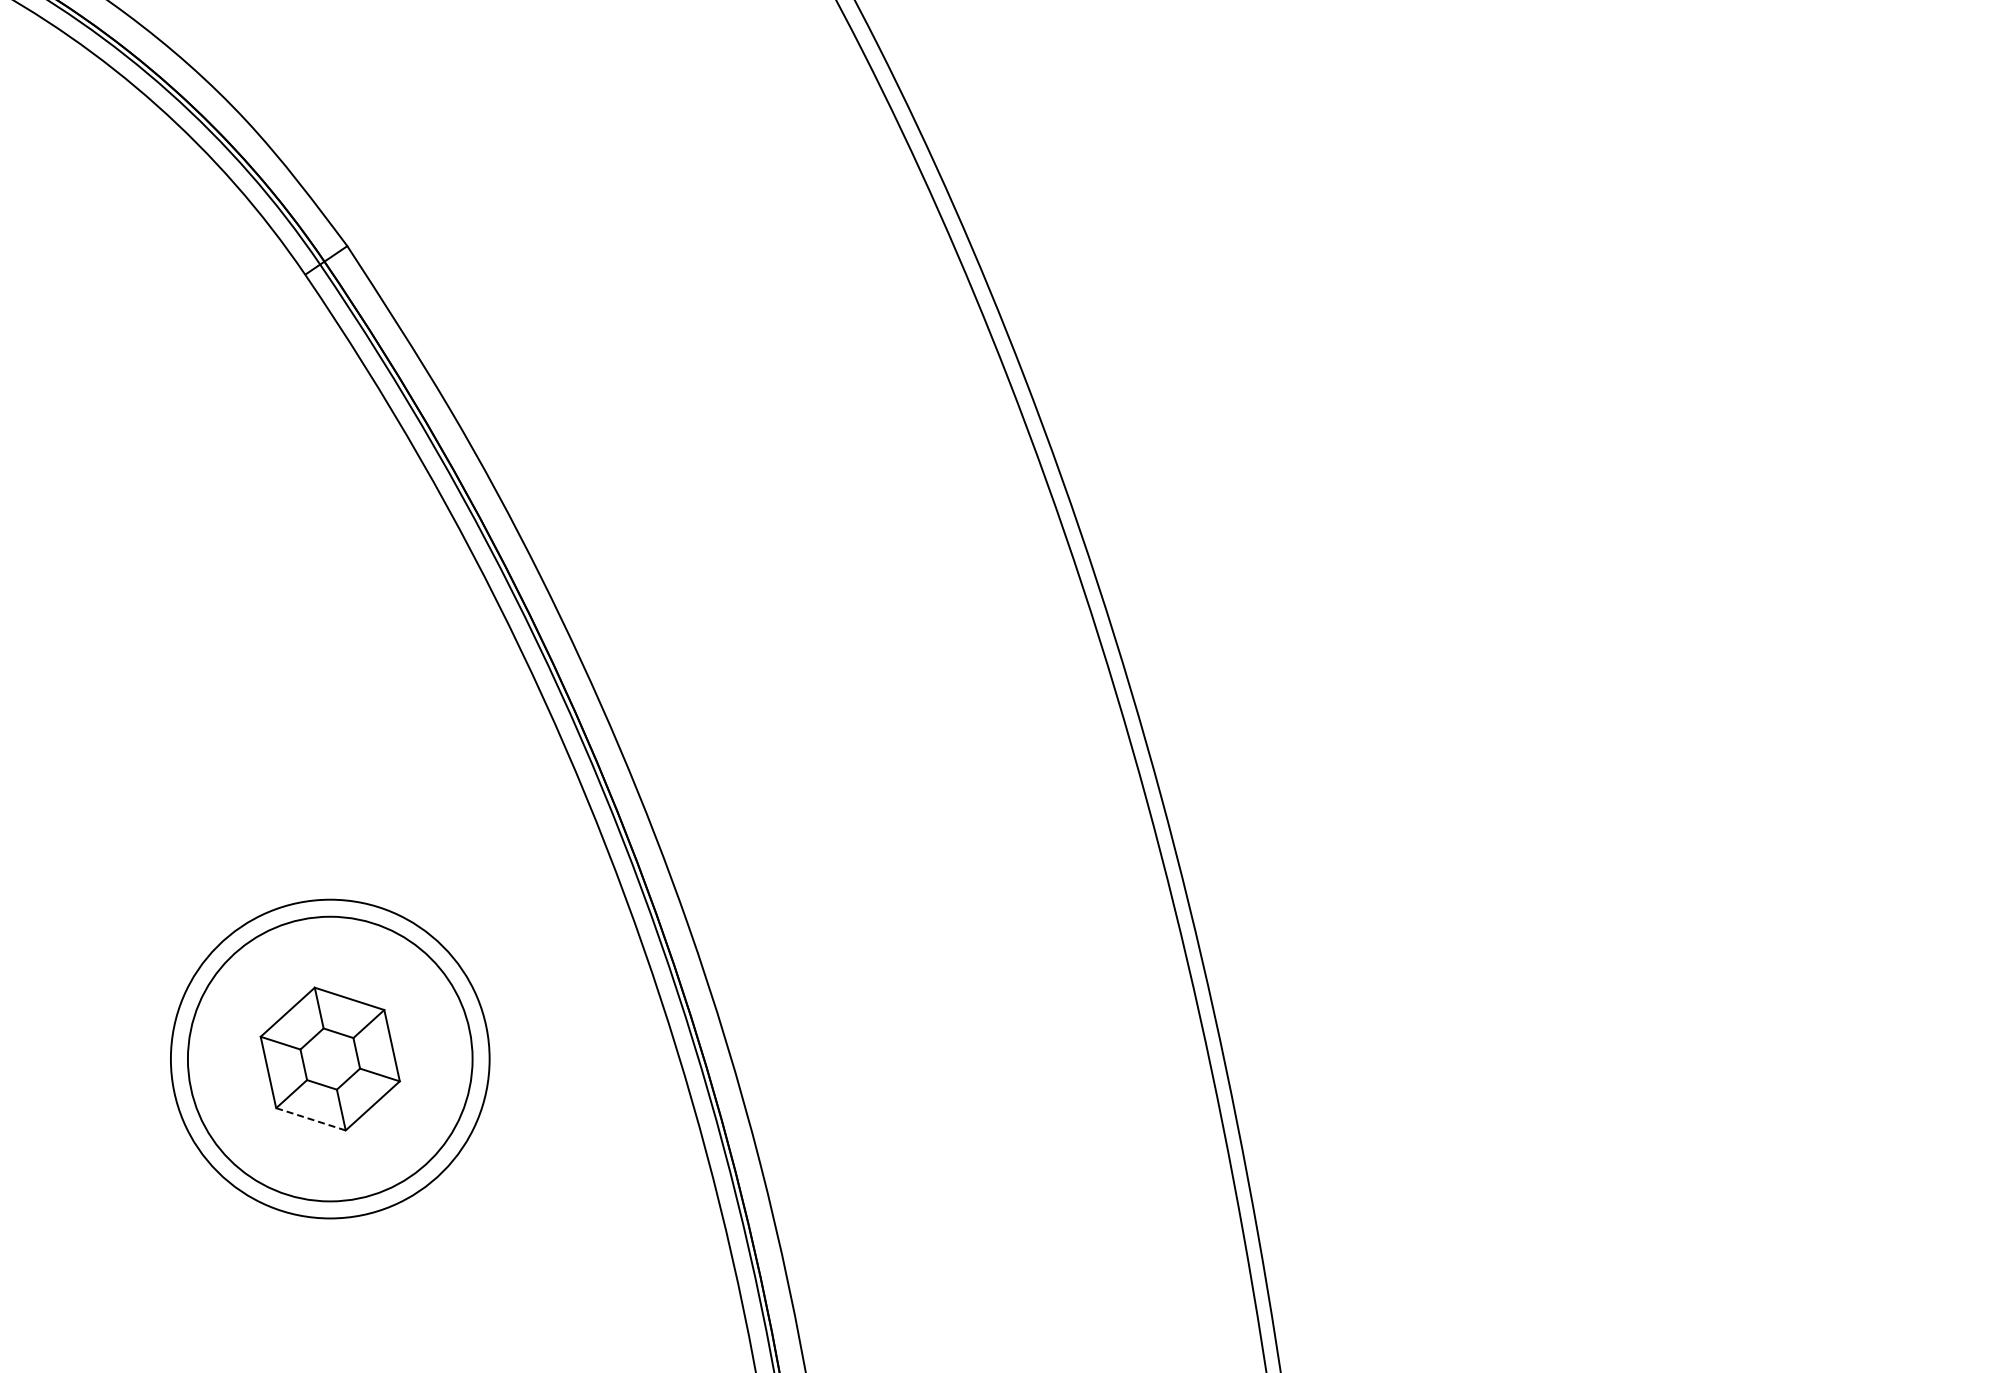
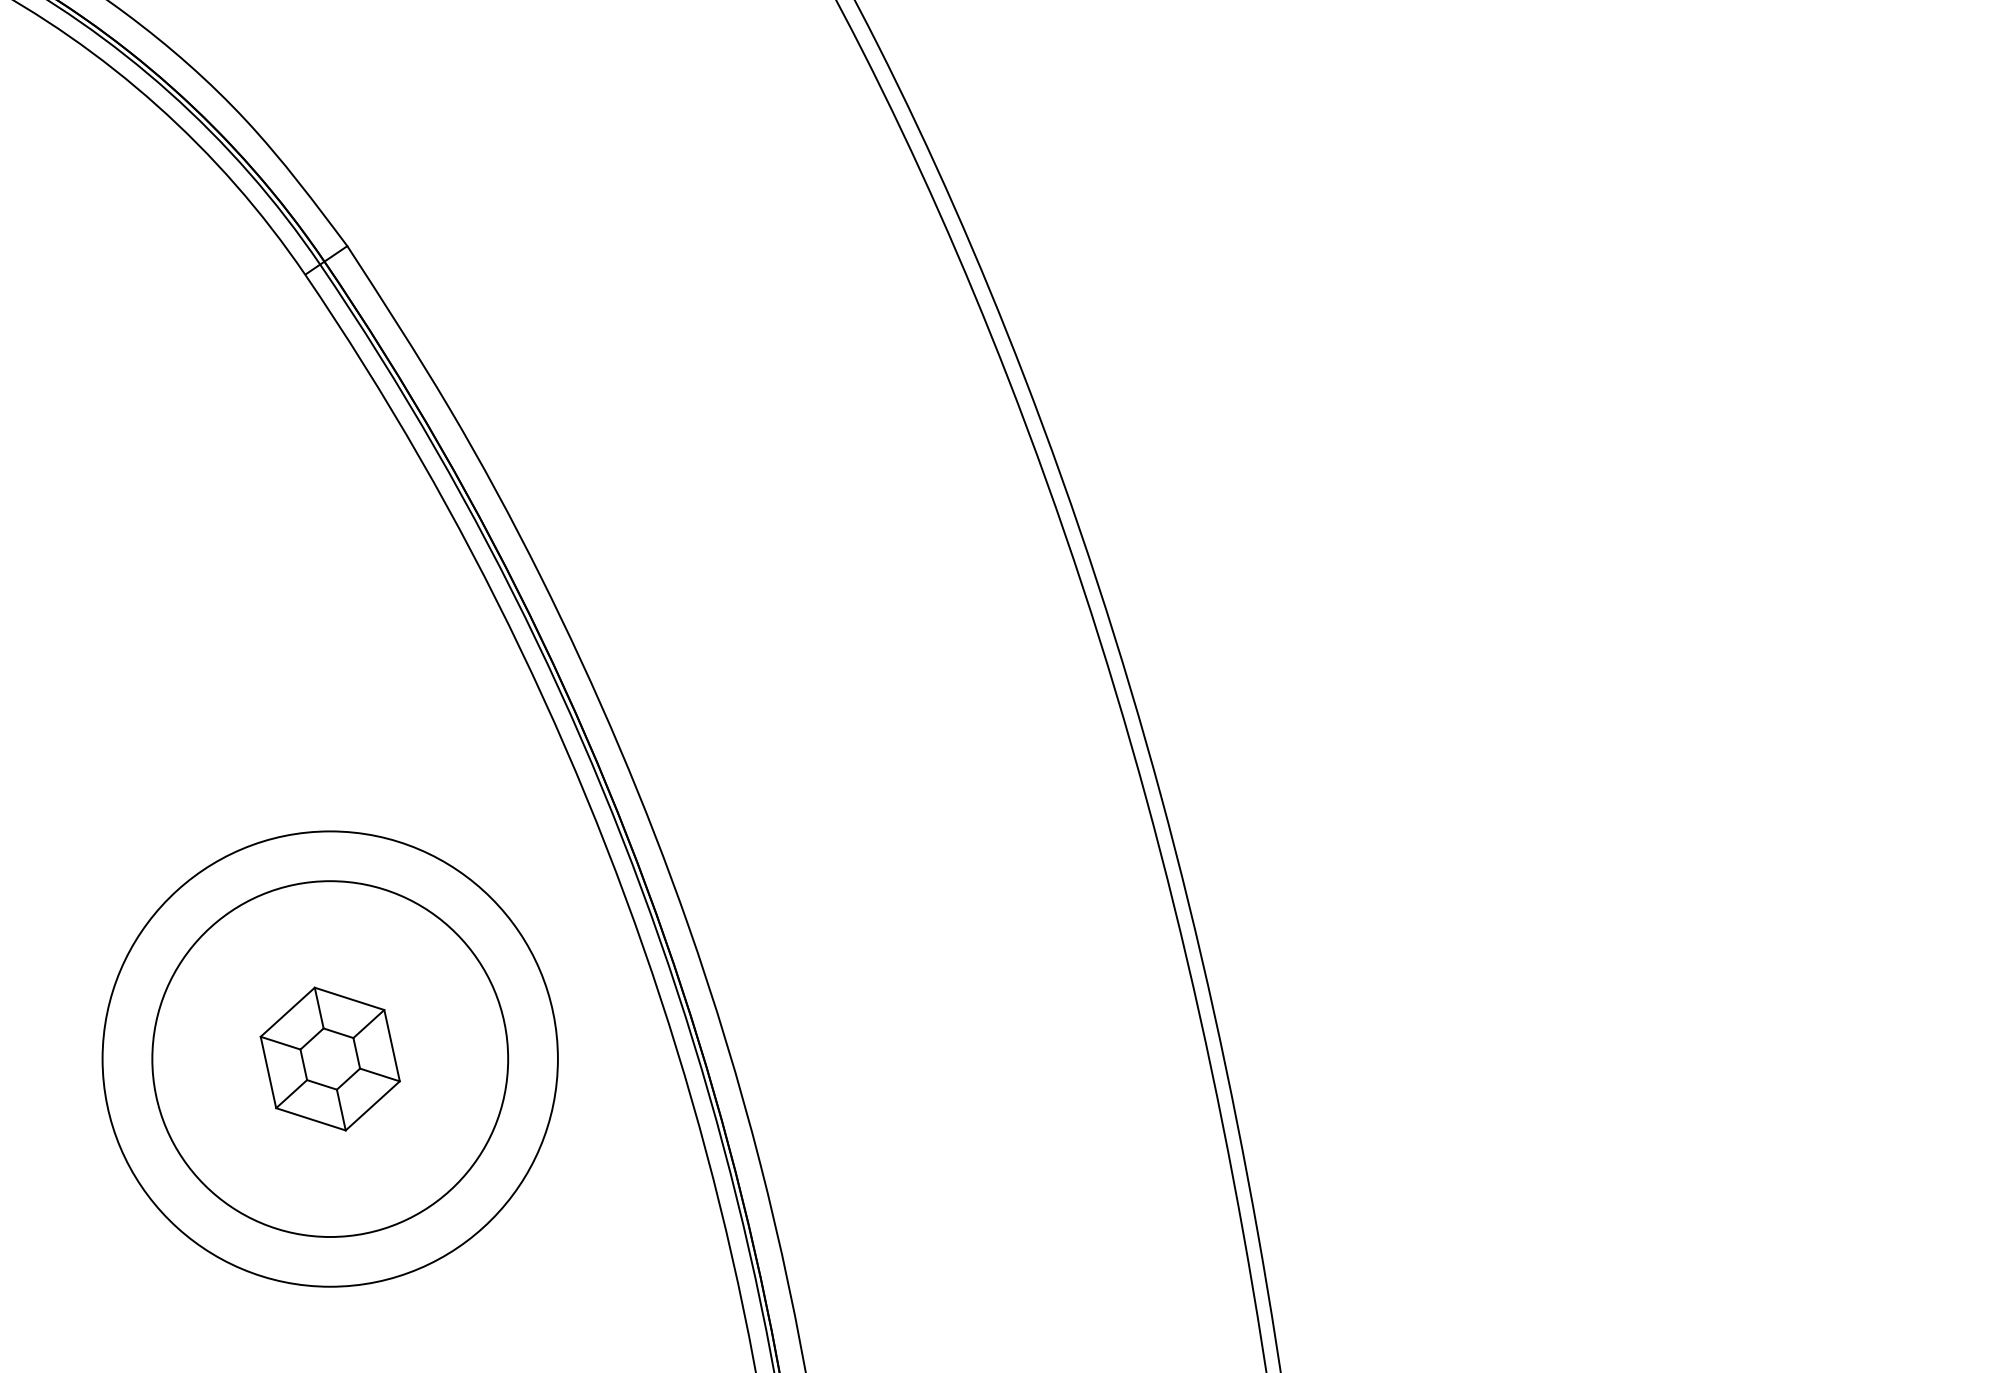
circle at (329, 1058) diameter: 285 px -> 356 px
circle at (329, 1058) diameter: 319 px -> 455 px
line at (310, 1119): dashed -> solid
